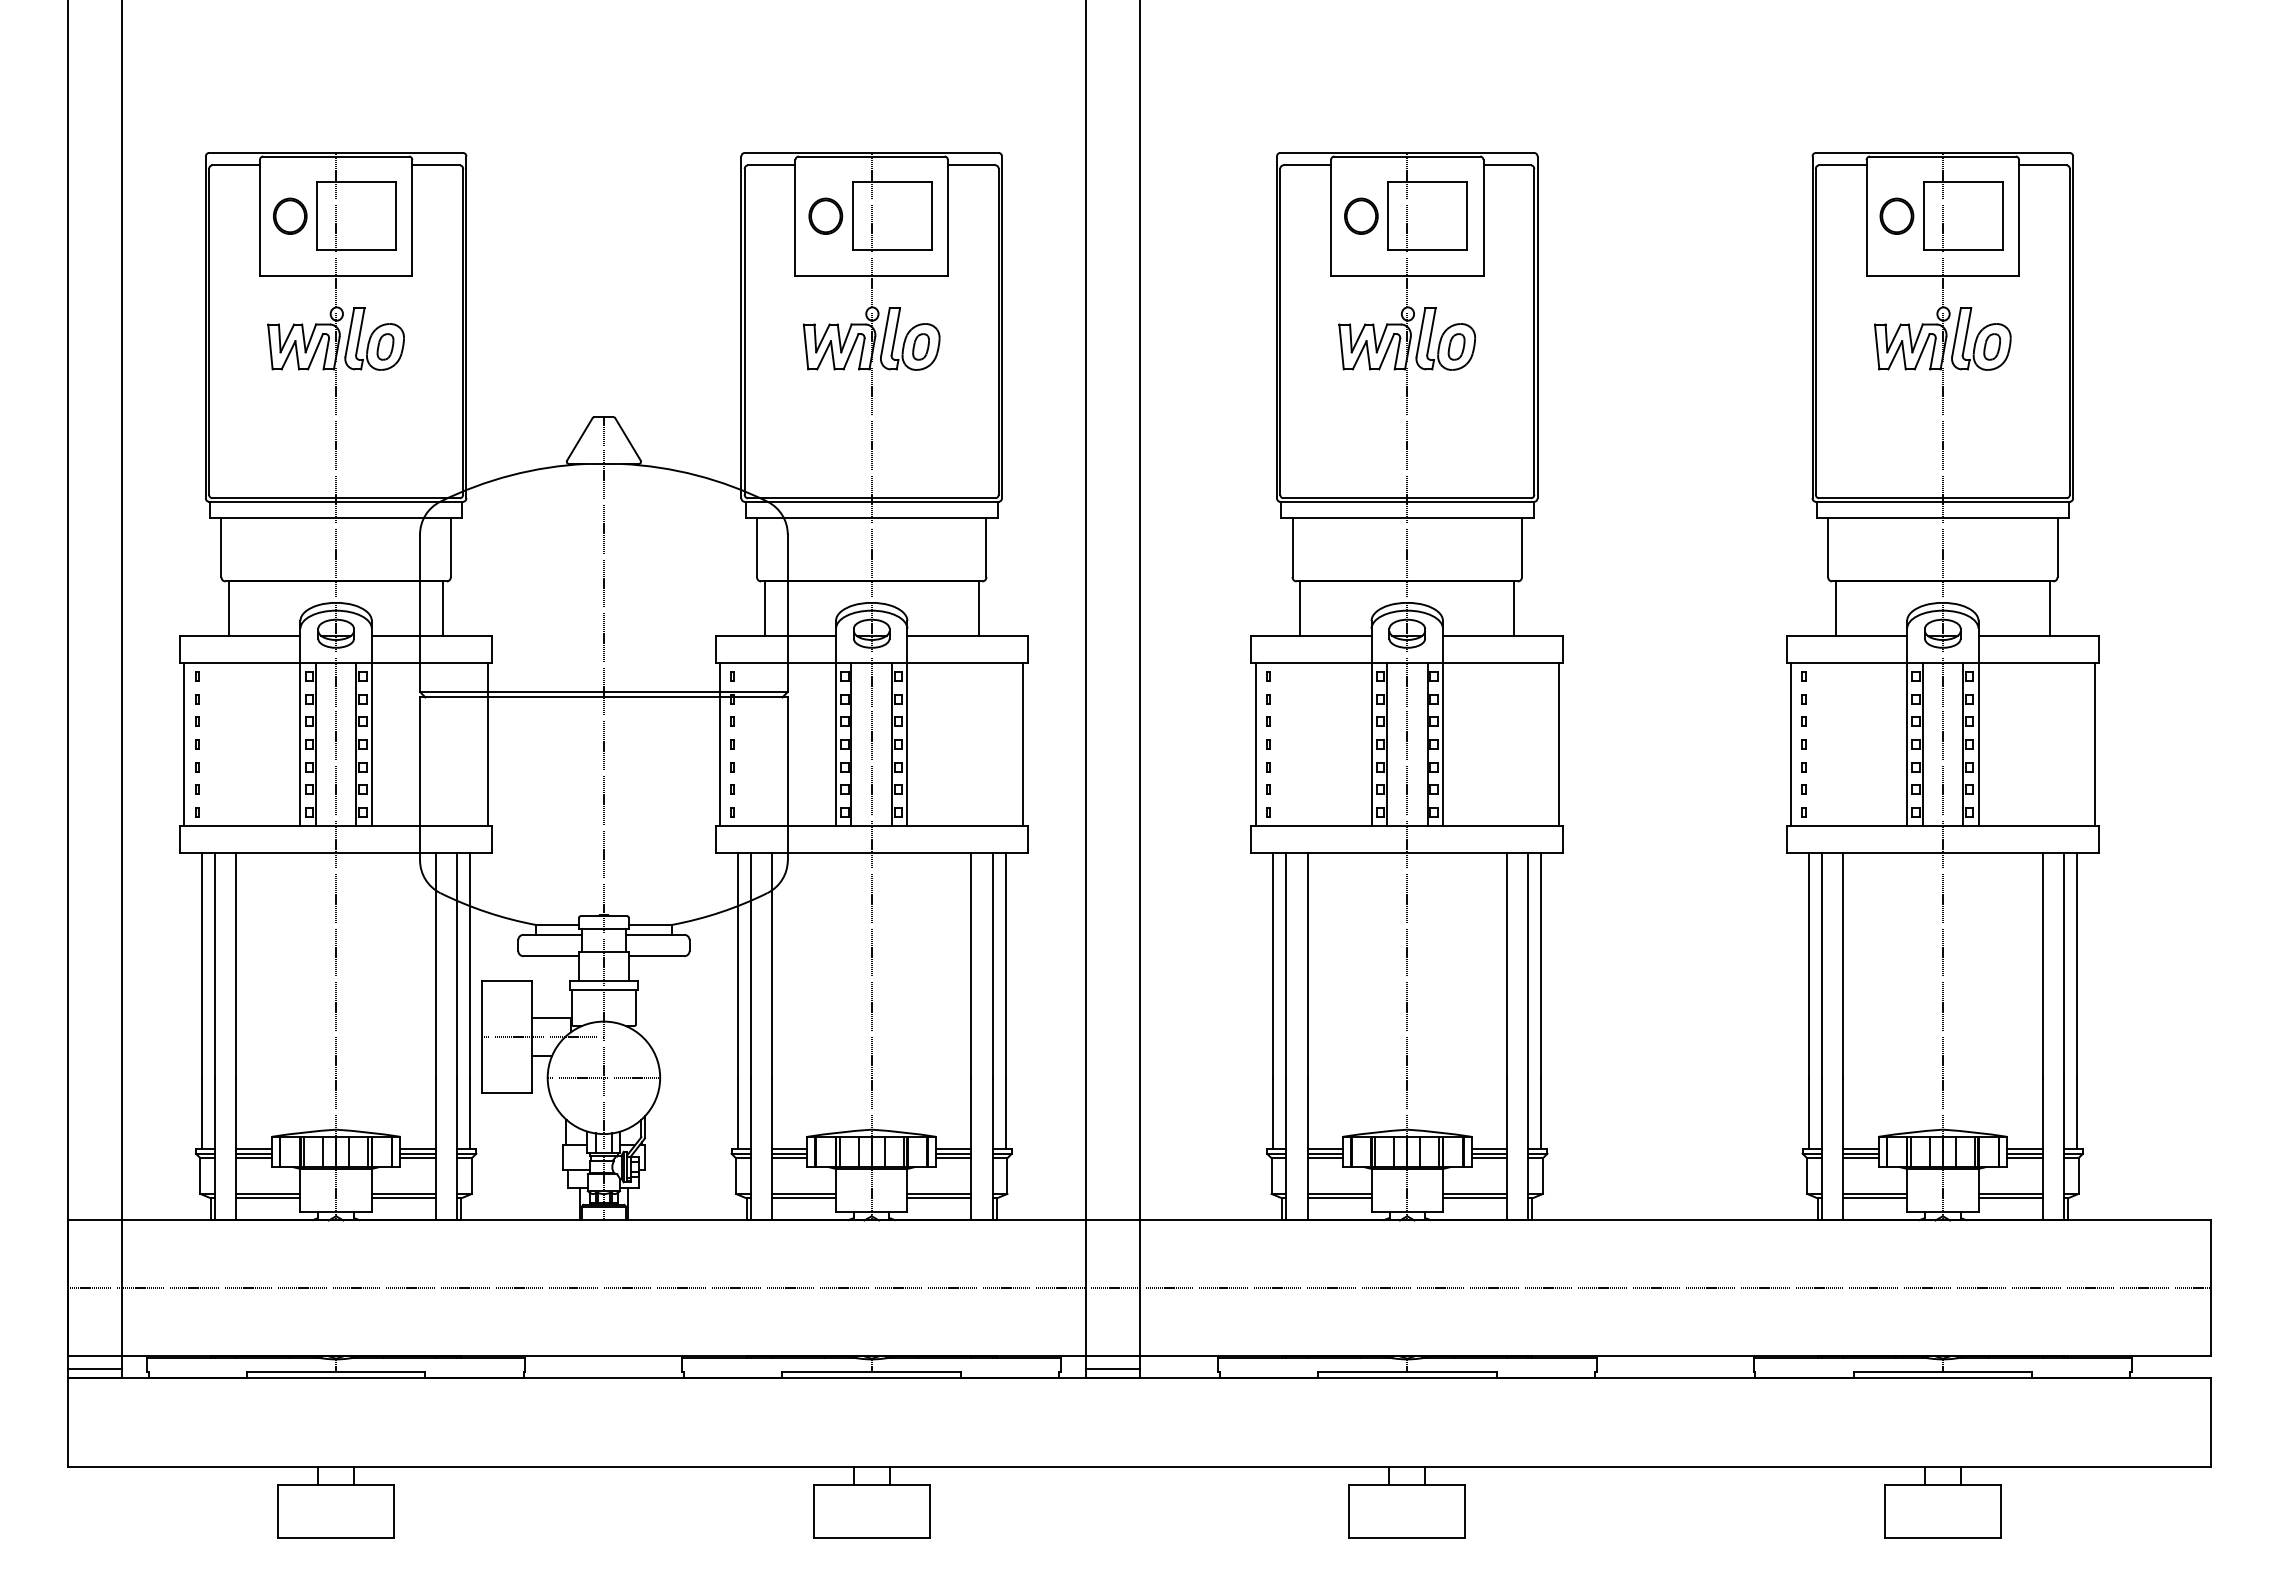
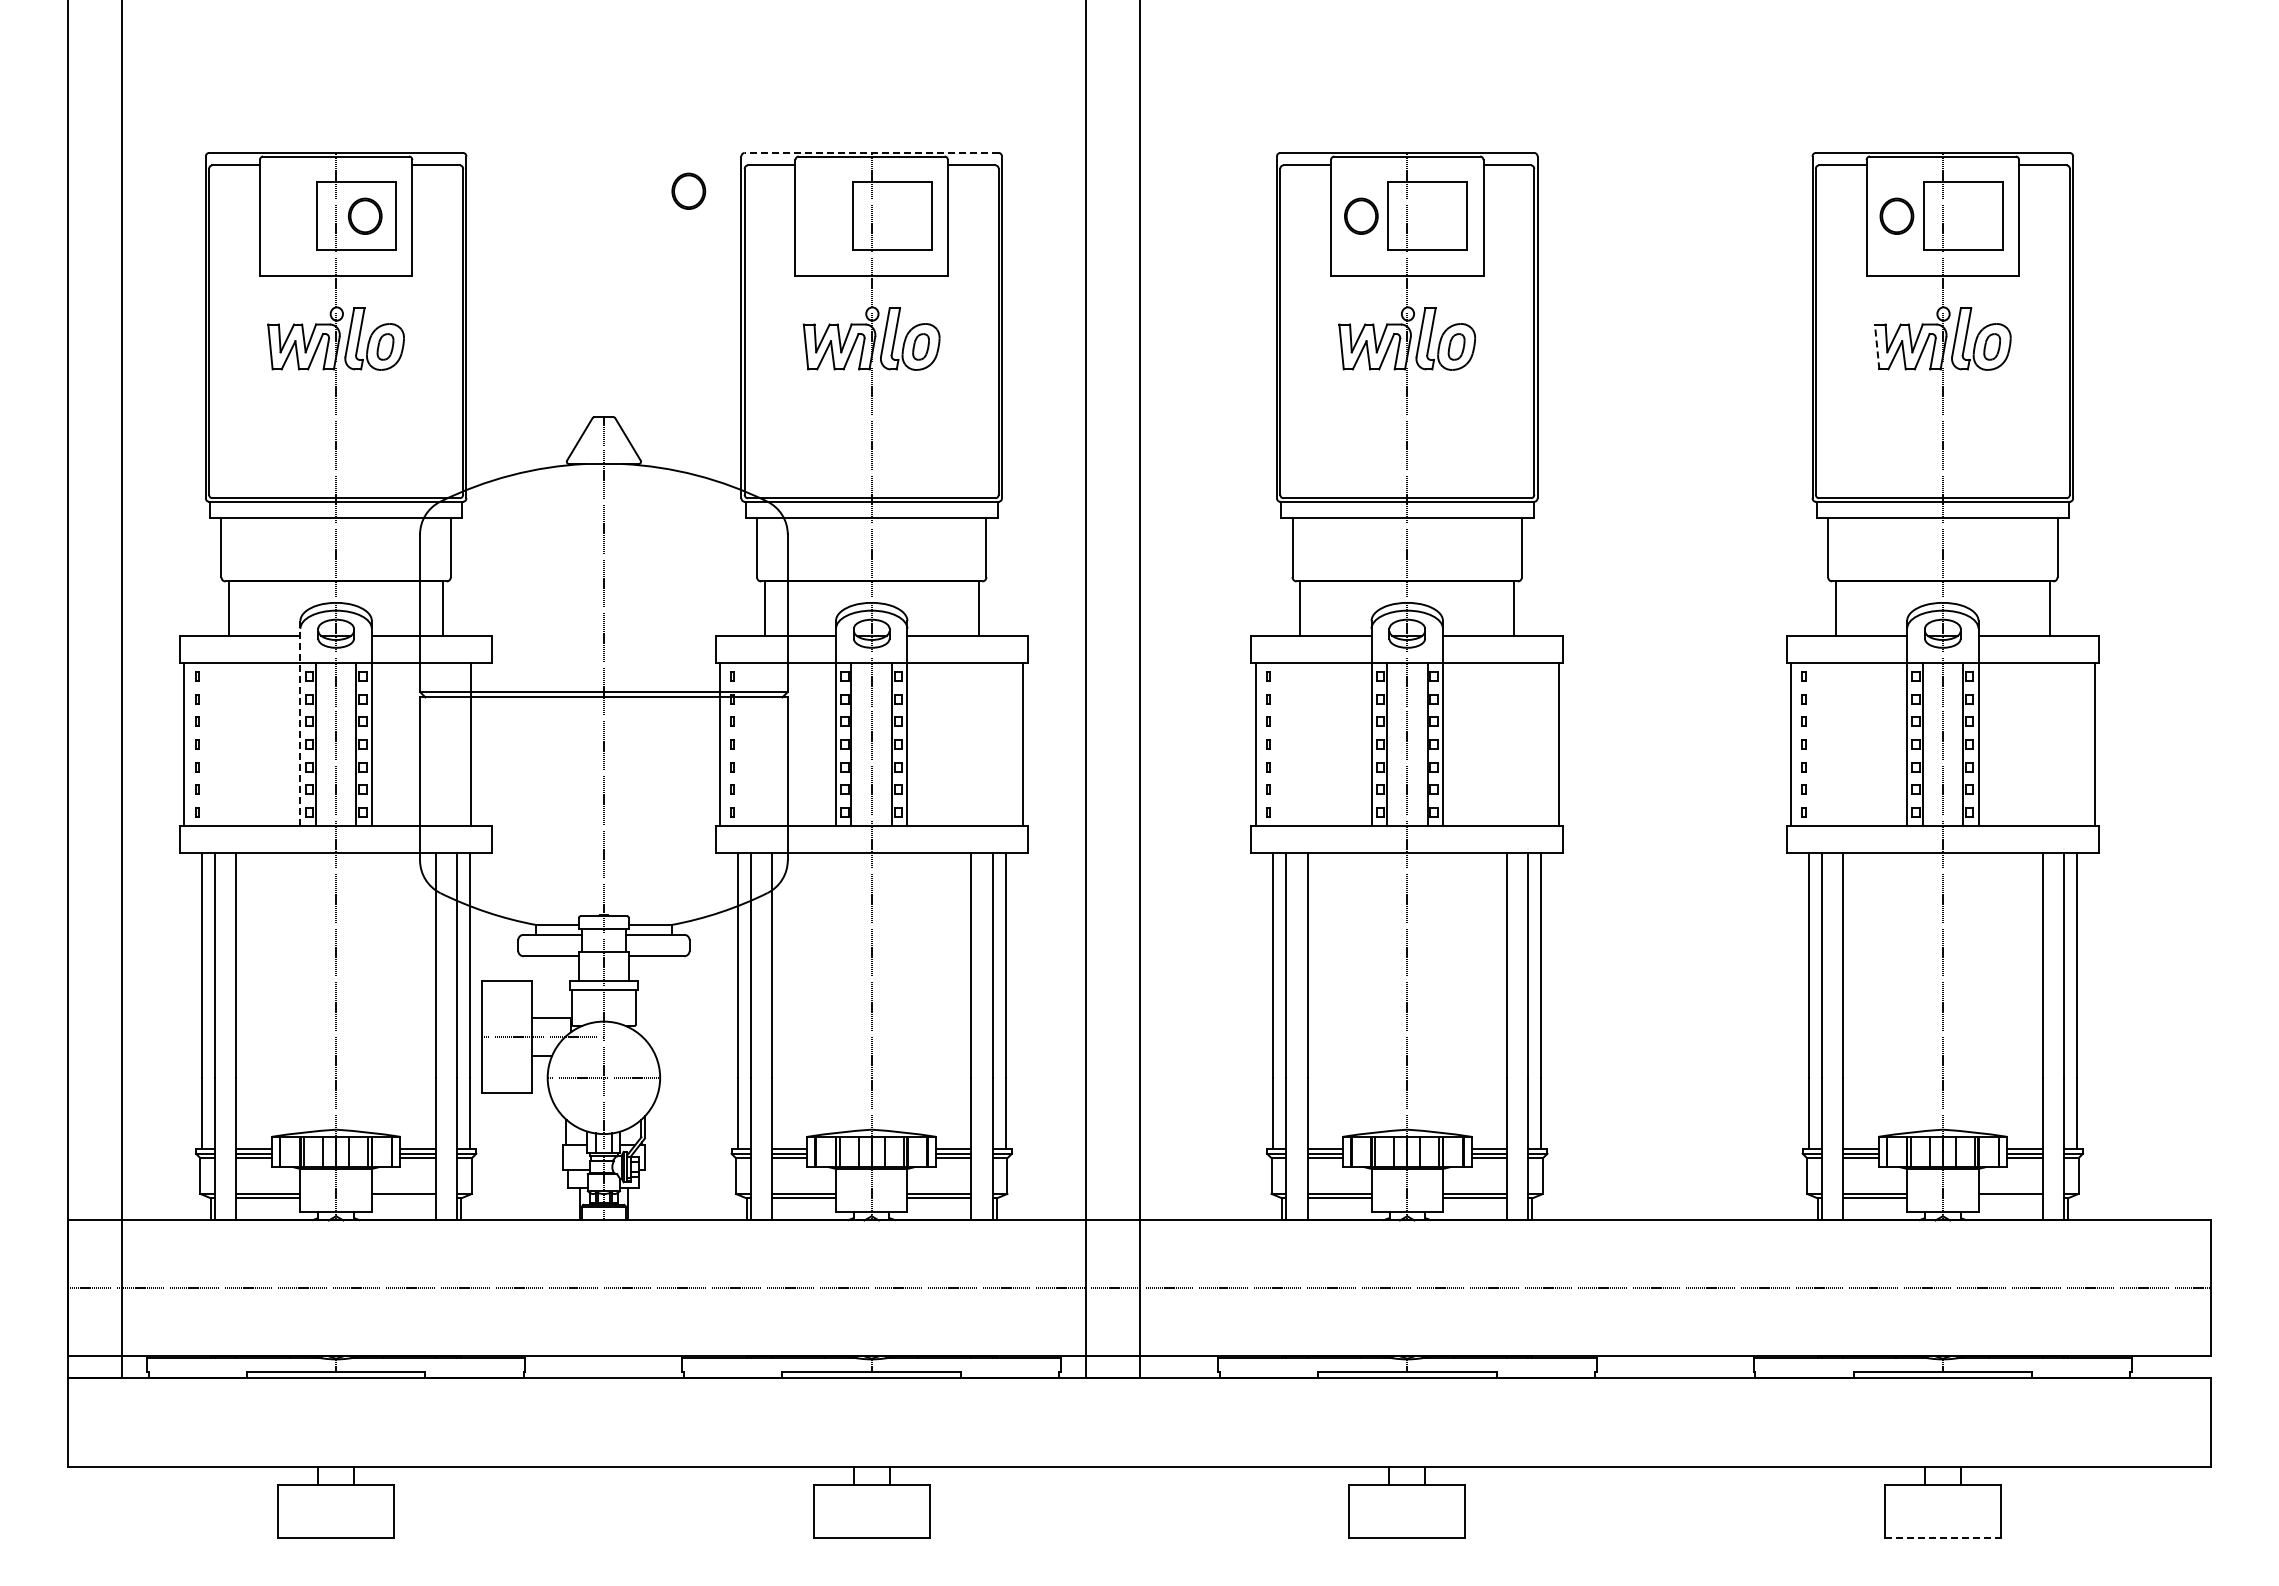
line at (871, 152): solid -> dashed
part at (290, 215) position: (290, 215) -> (365, 215)
part at (825, 215) position: (825, 215) -> (688, 190)
line at (1877, 346): solid -> dashed
line at (300, 723): solid -> dashed
line at (487, 744) position: (487, 744) -> (470, 744)
line at (403, 1198): present -> none
line at (2010, 1198): present -> none
line at (94, 1368): present -> none
line at (1112, 1368): present -> none
line at (1943, 1538): solid -> dashed
